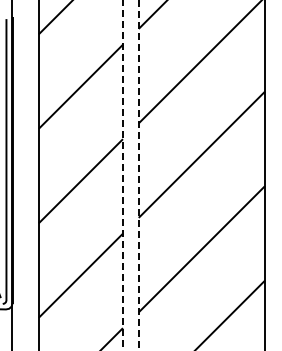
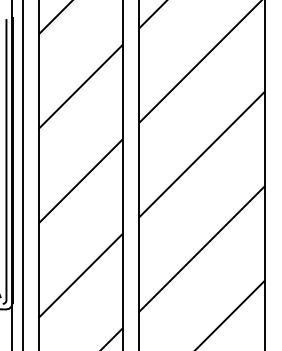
line at (23, 174): none -> present
line at (122, 175): dashed -> solid
line at (138, 175): dashed -> solid
